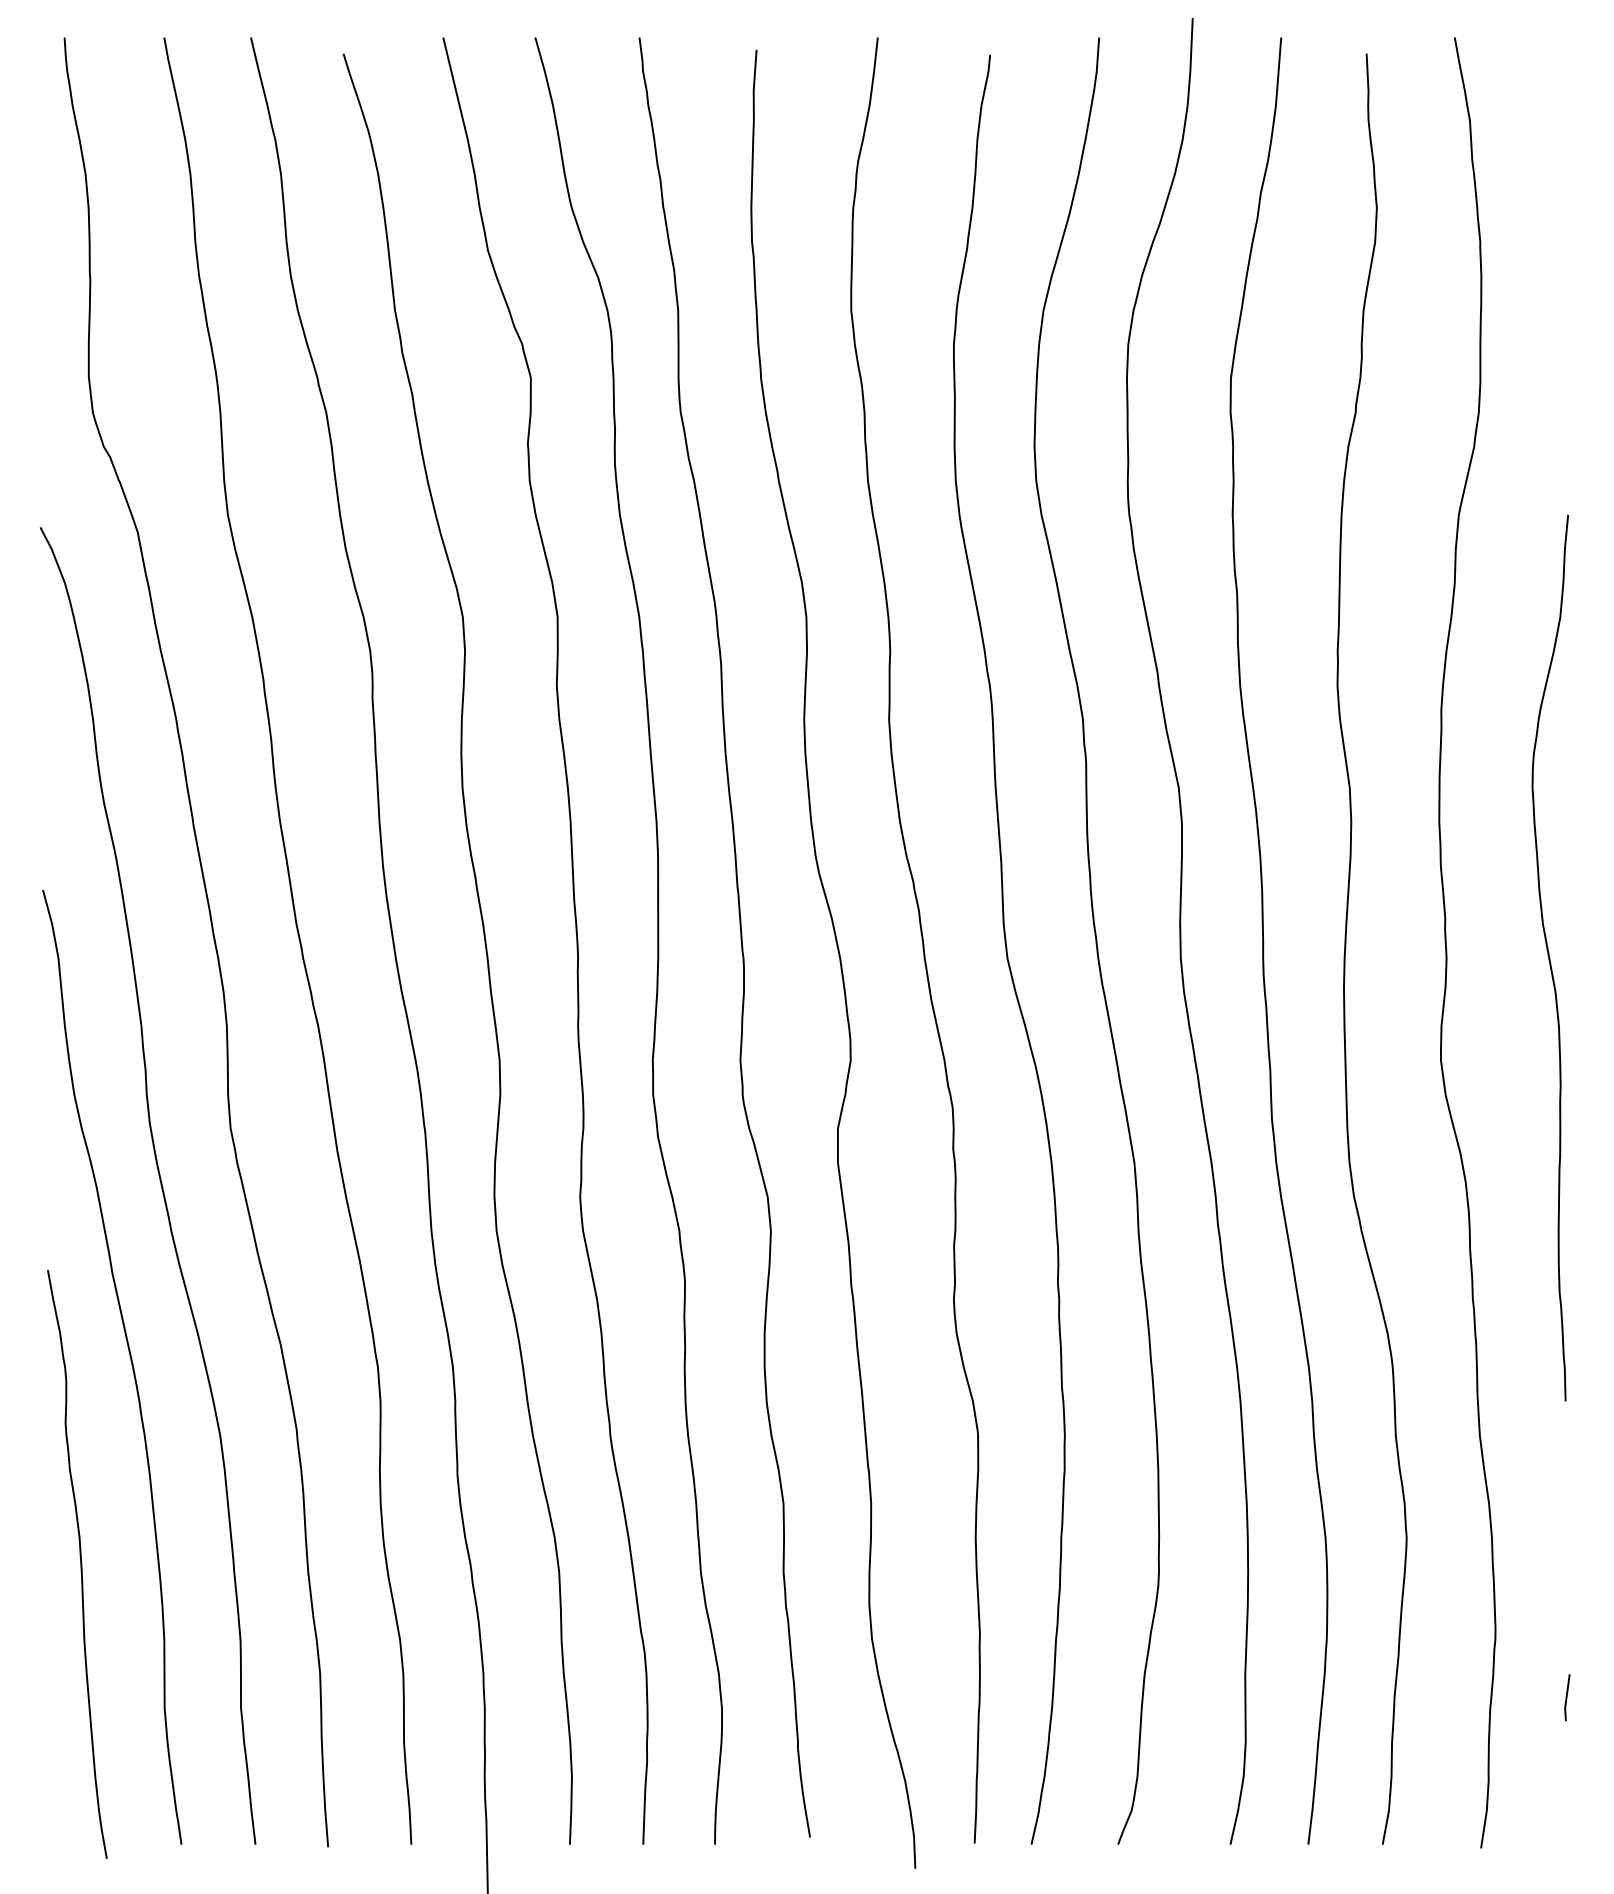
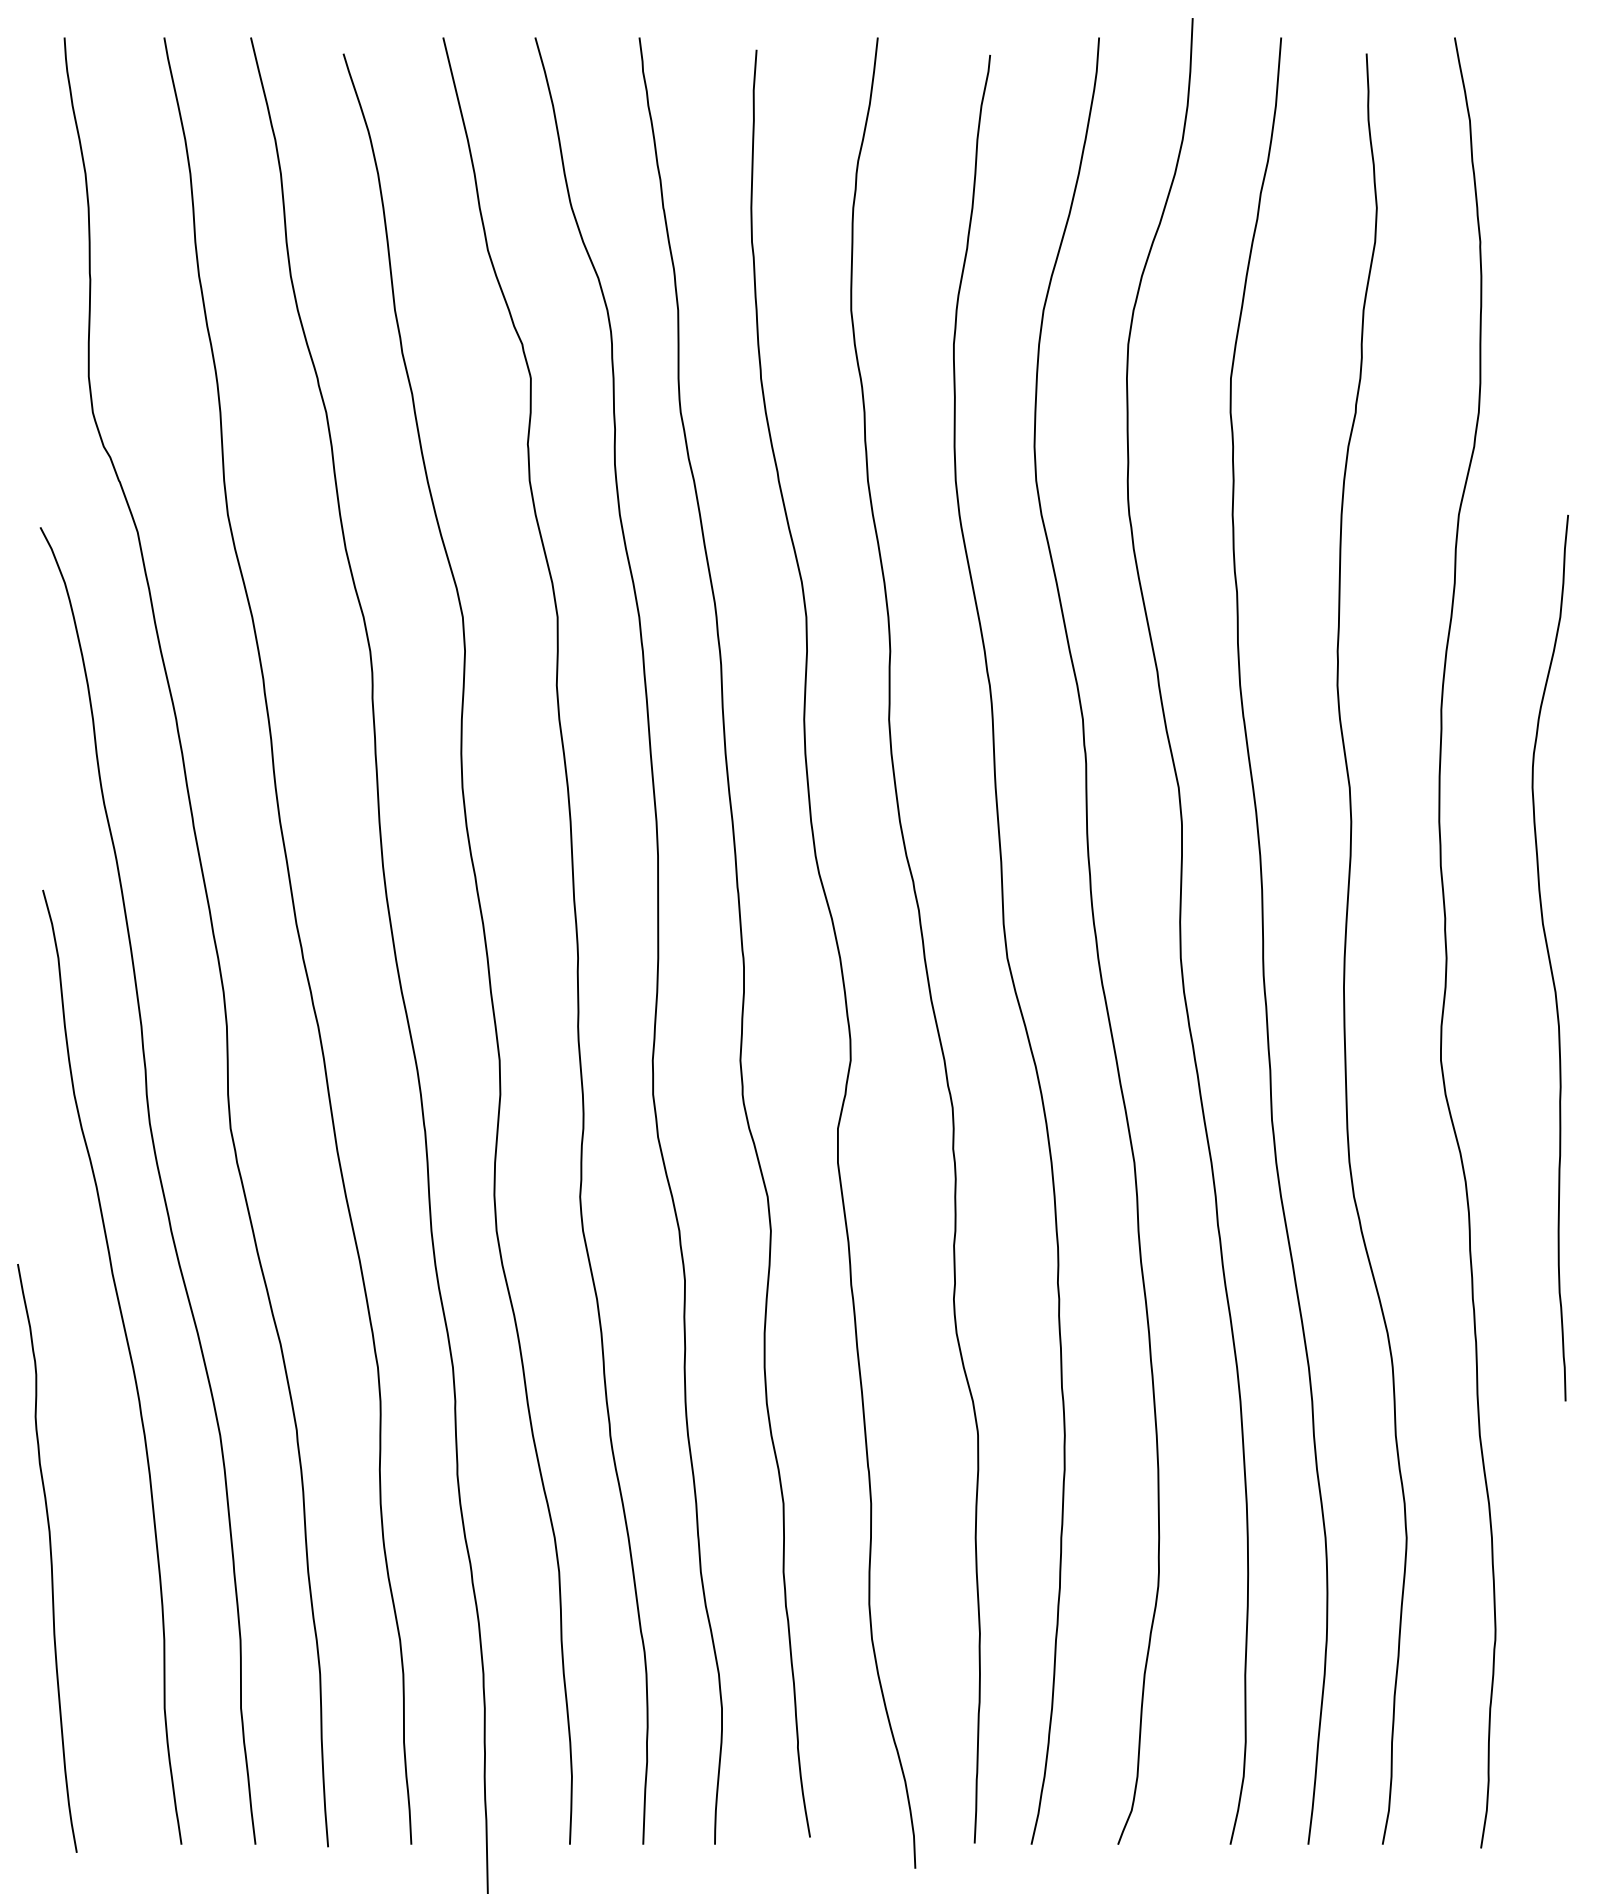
curve at (80, 1564) position: (80, 1564) -> (50, 1558)
line at (1567, 1697): present -> none
